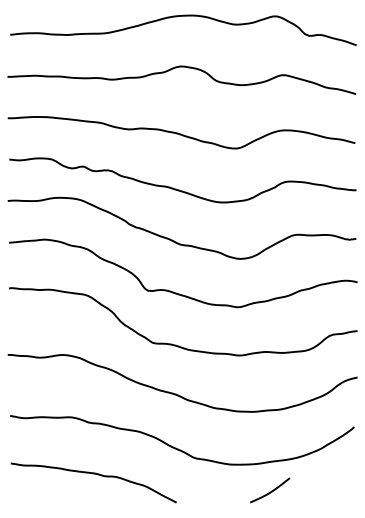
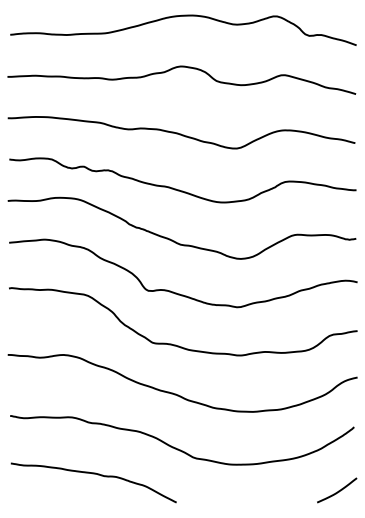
curve at (271, 490) position: (271, 490) -> (338, 490)
